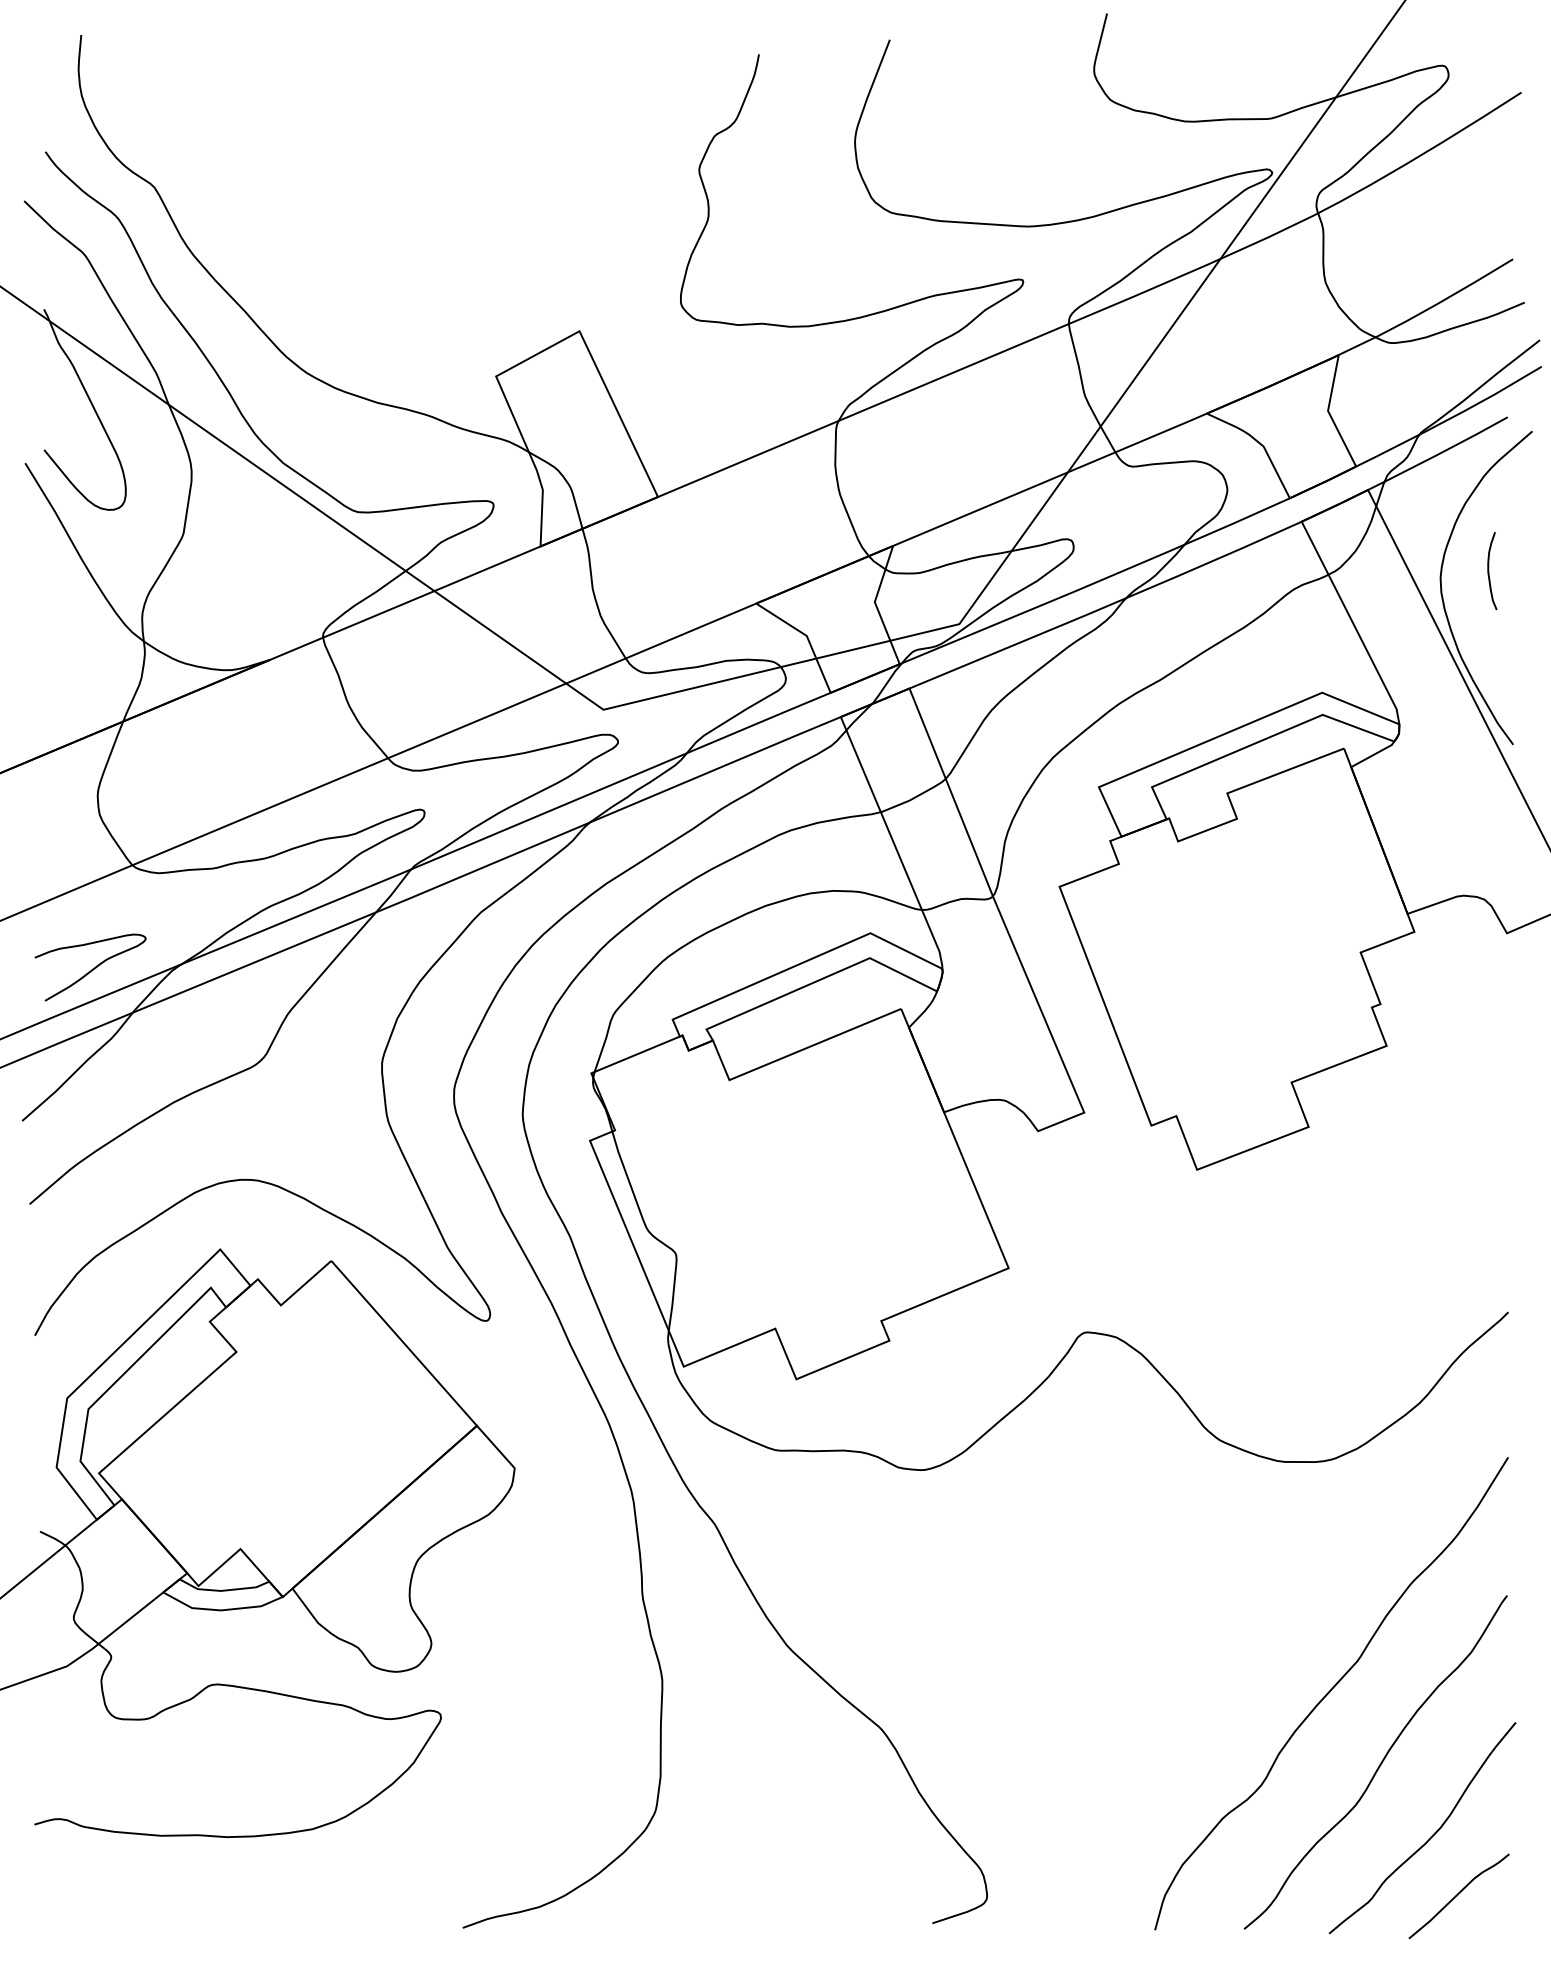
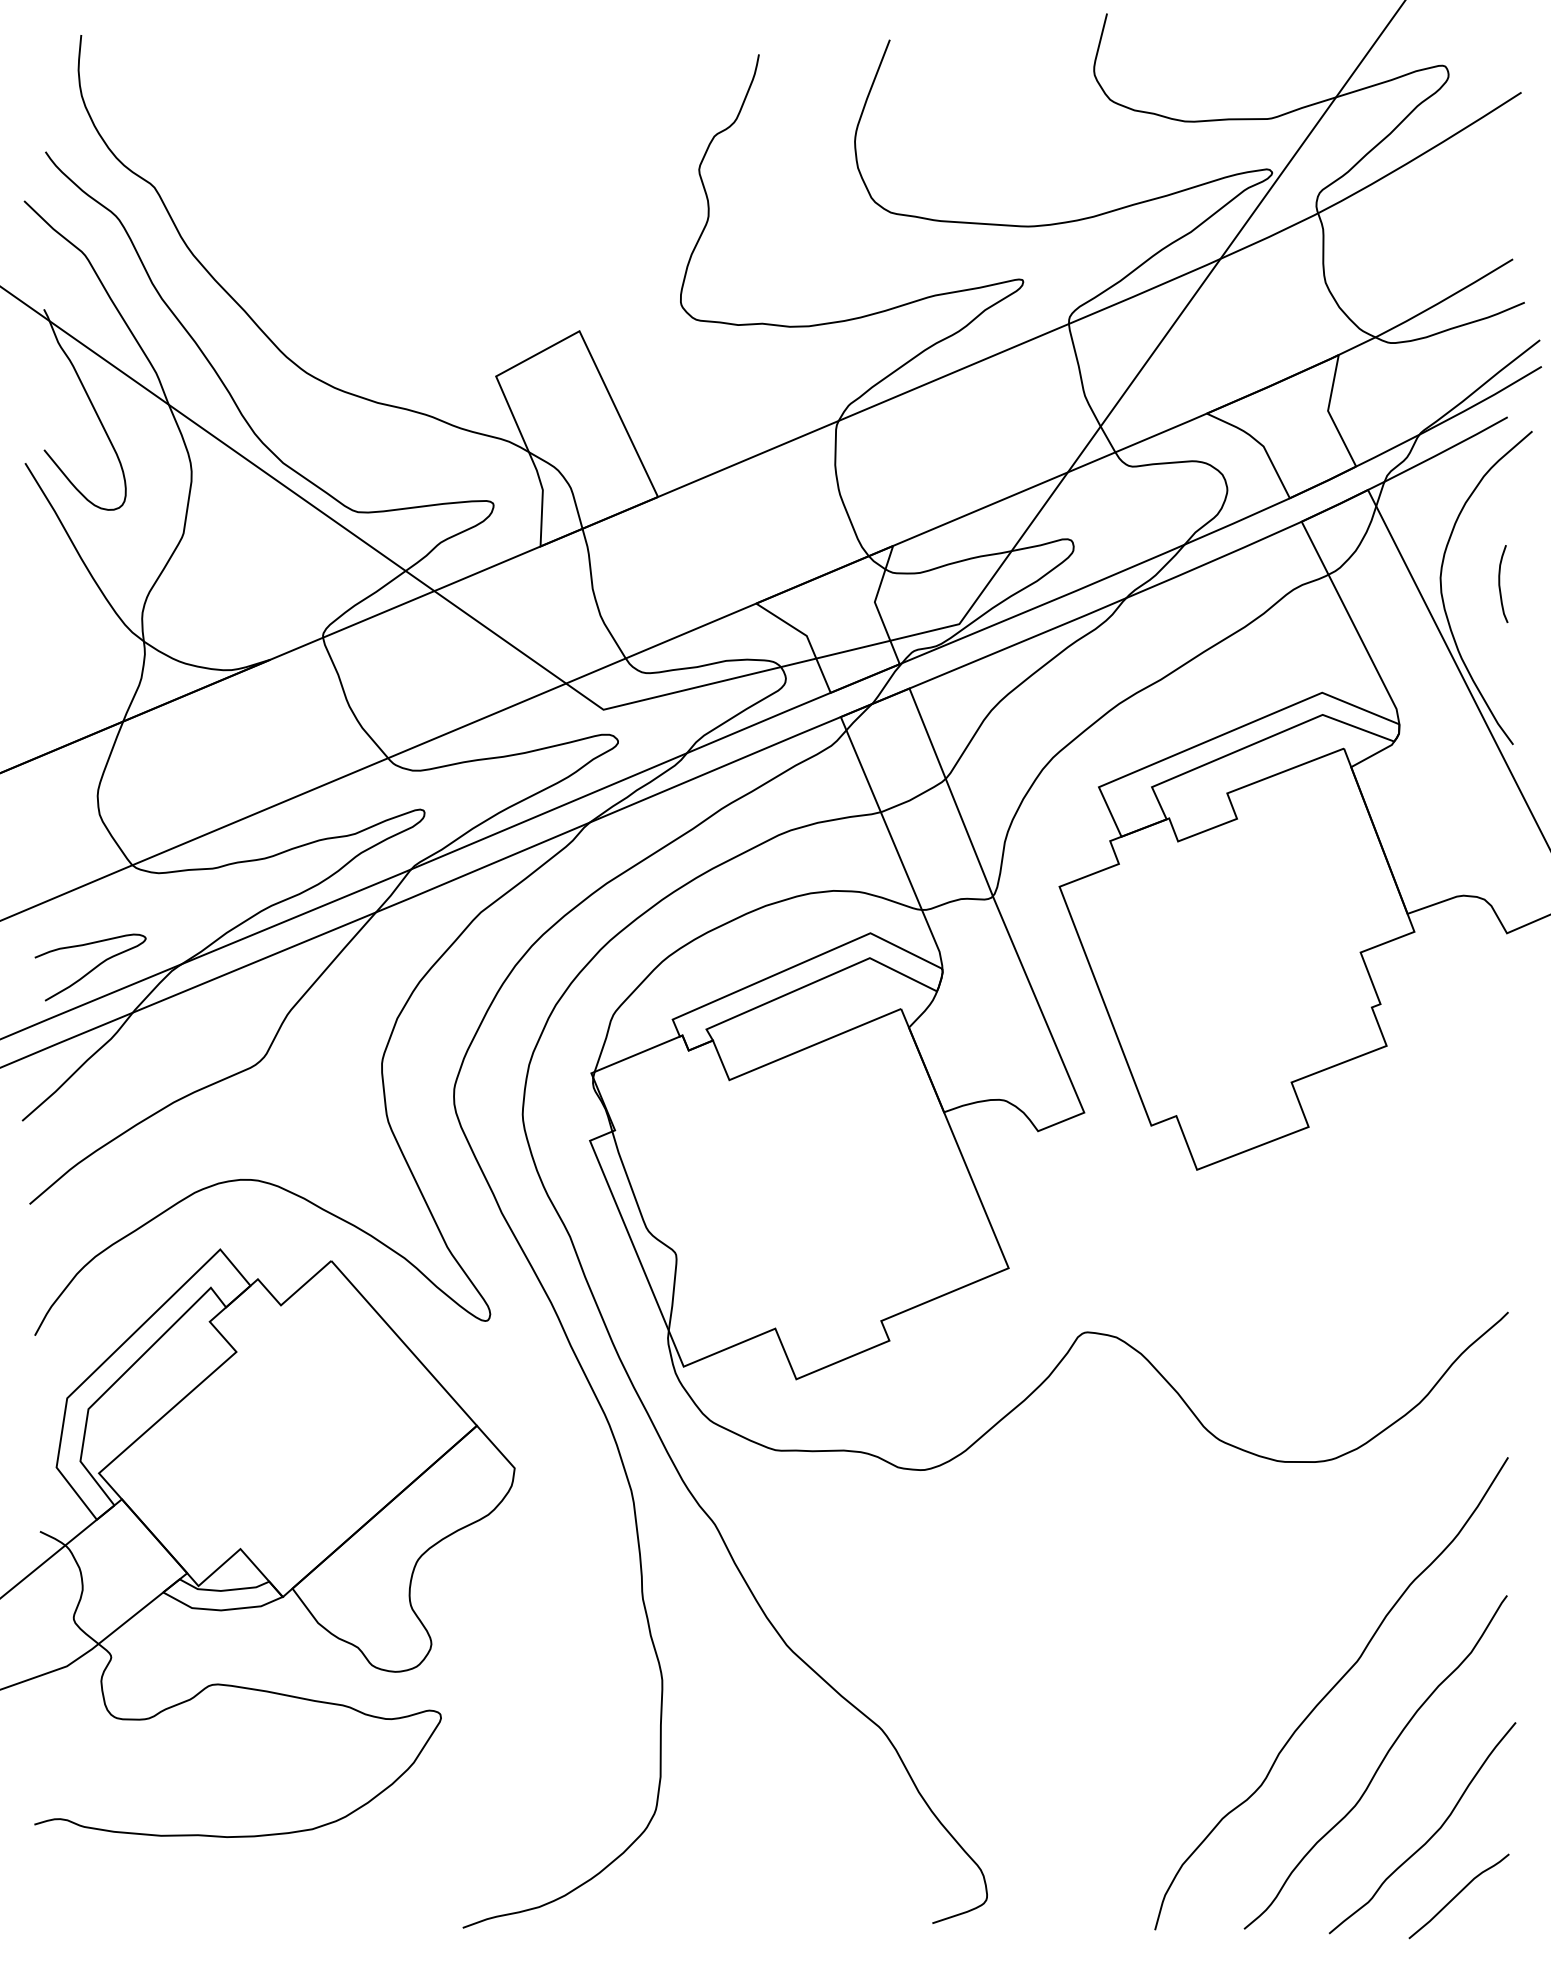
curve at (1489, 571) position: (1489, 571) -> (1500, 584)
